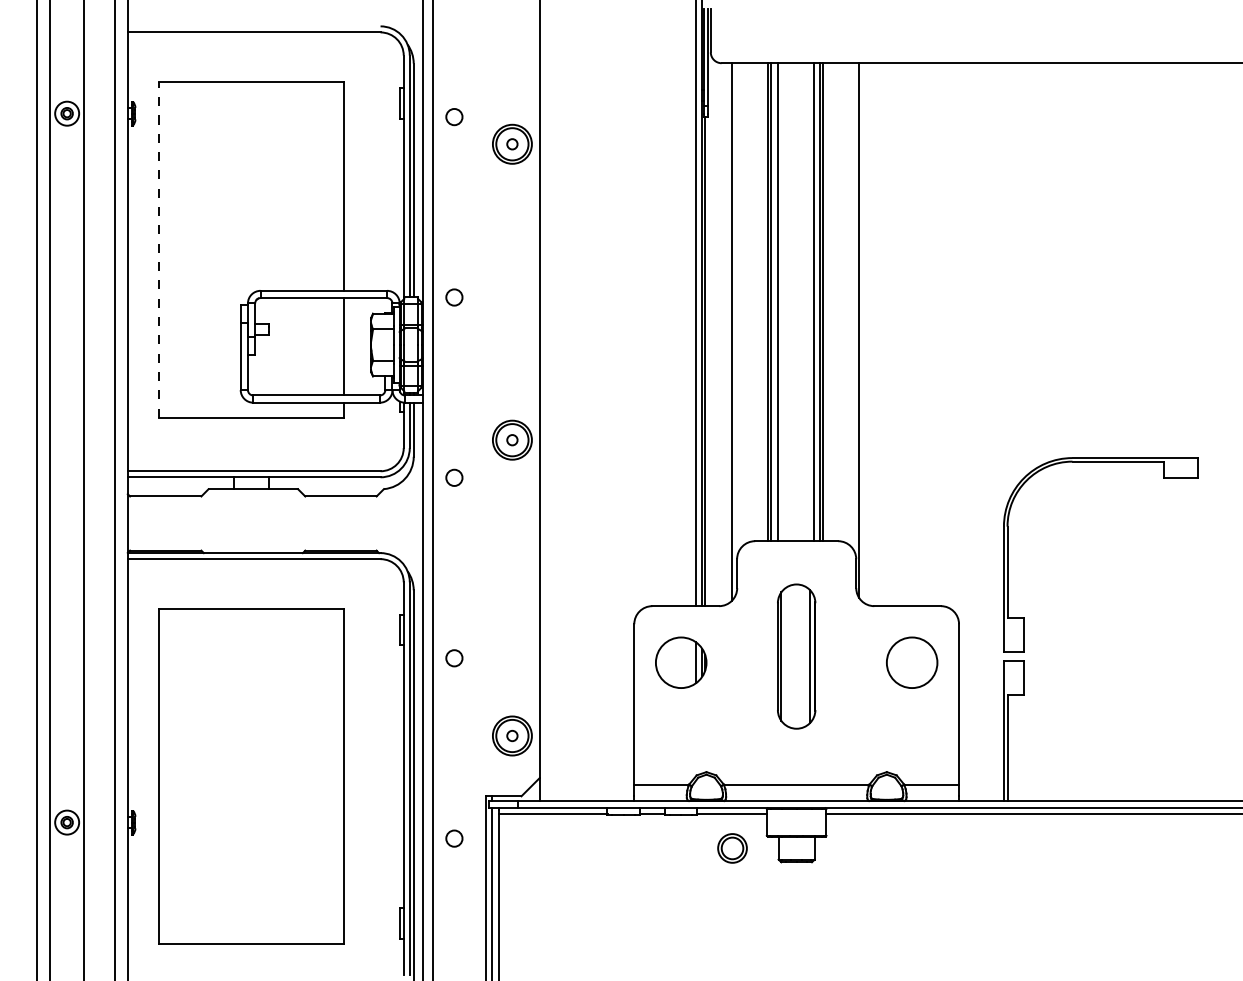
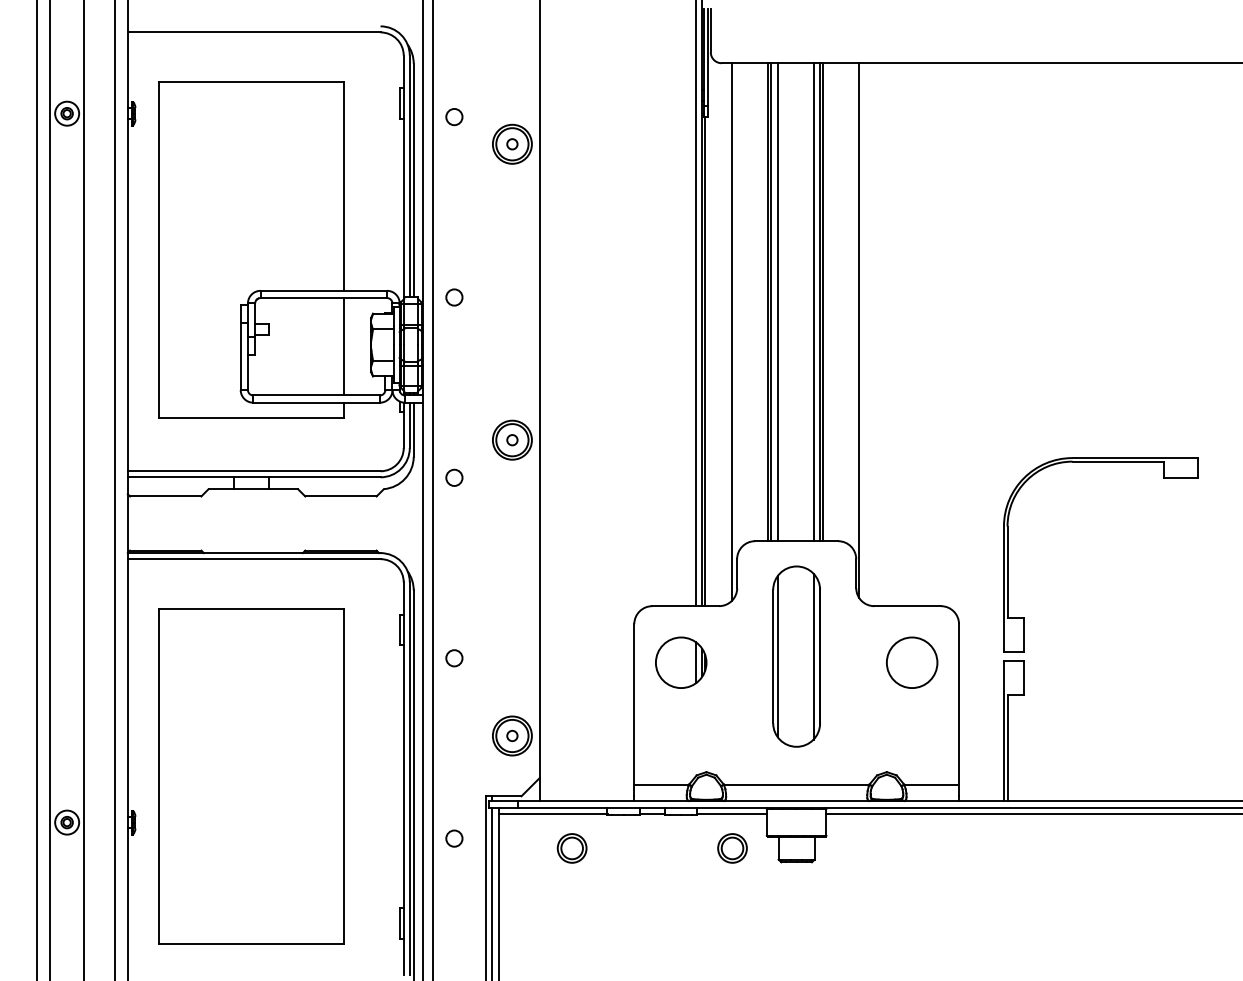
line at (159, 250): dashed -> solid
part at (796, 656) size: 40x147 px -> 49x183 px
part at (571, 848): none -> present
